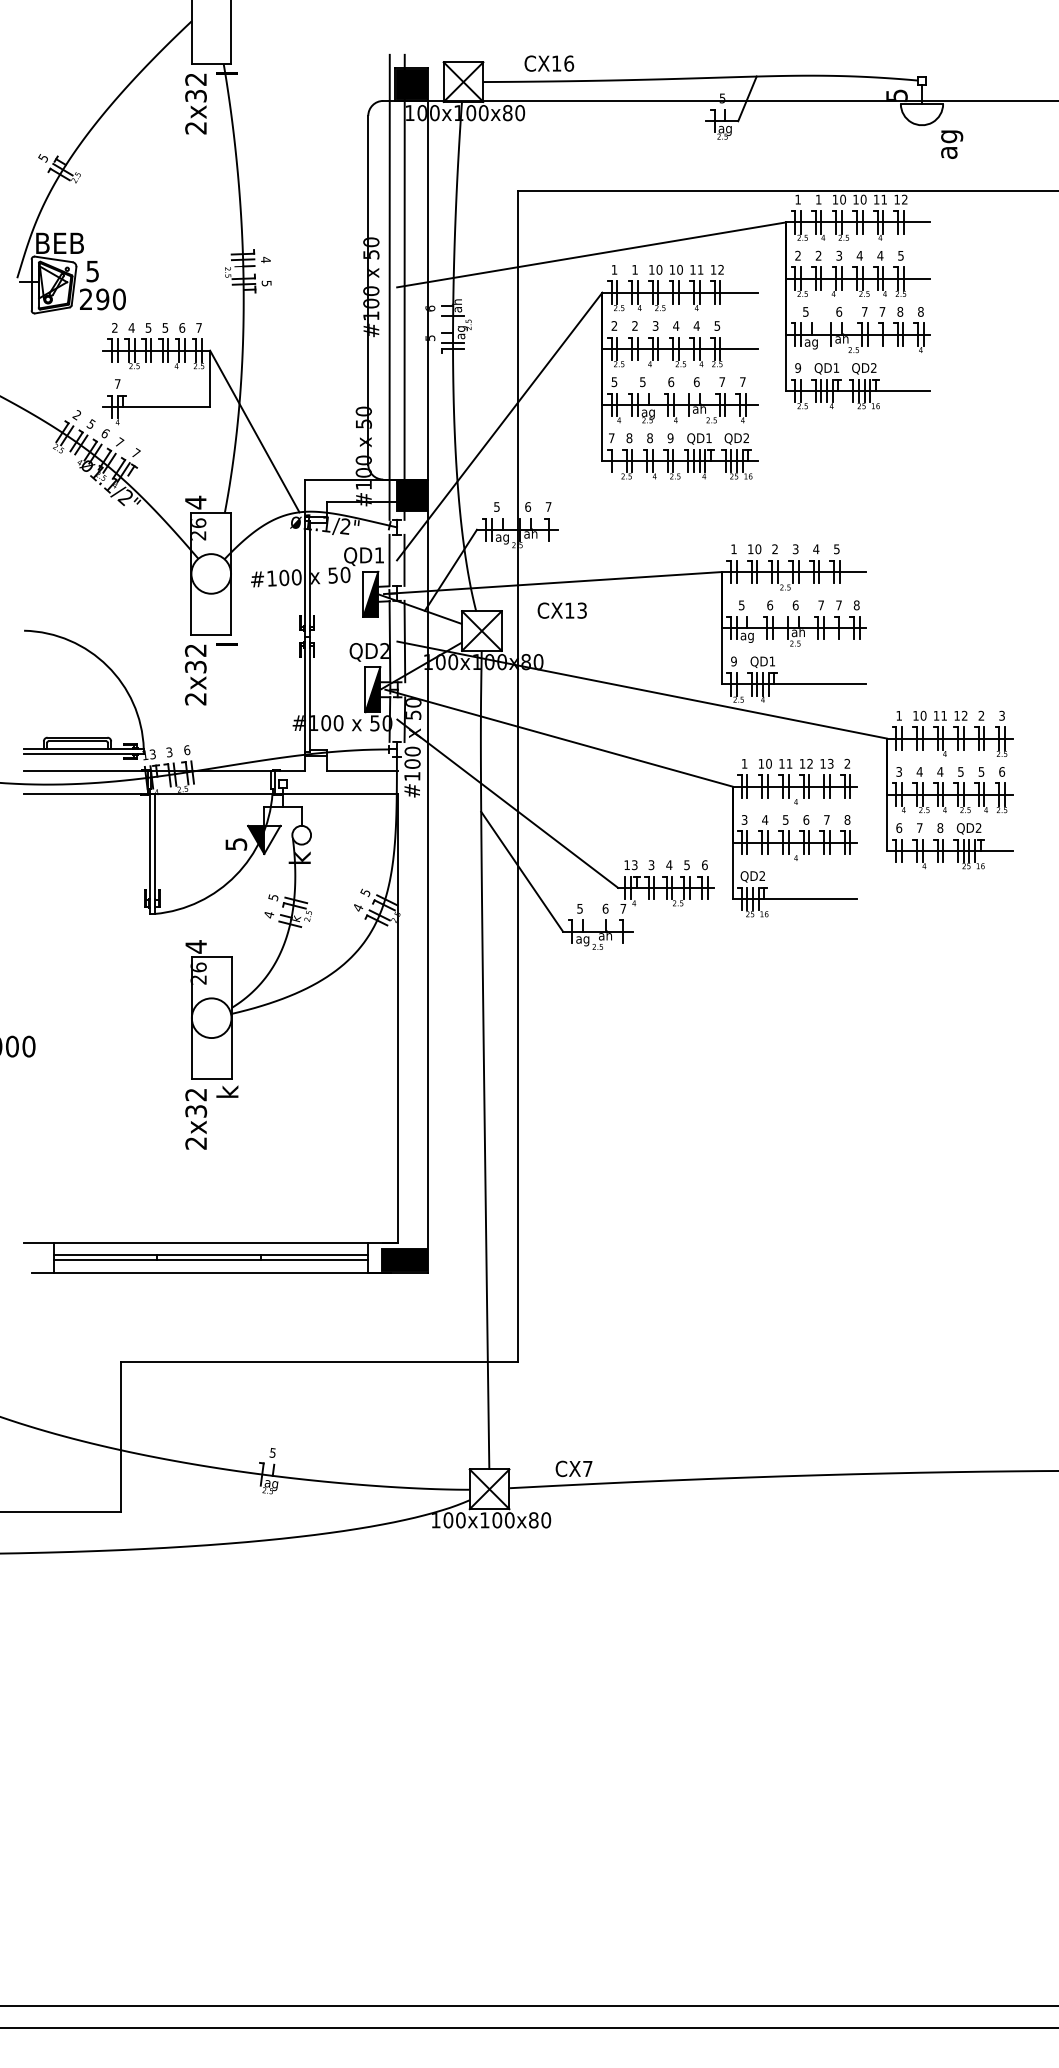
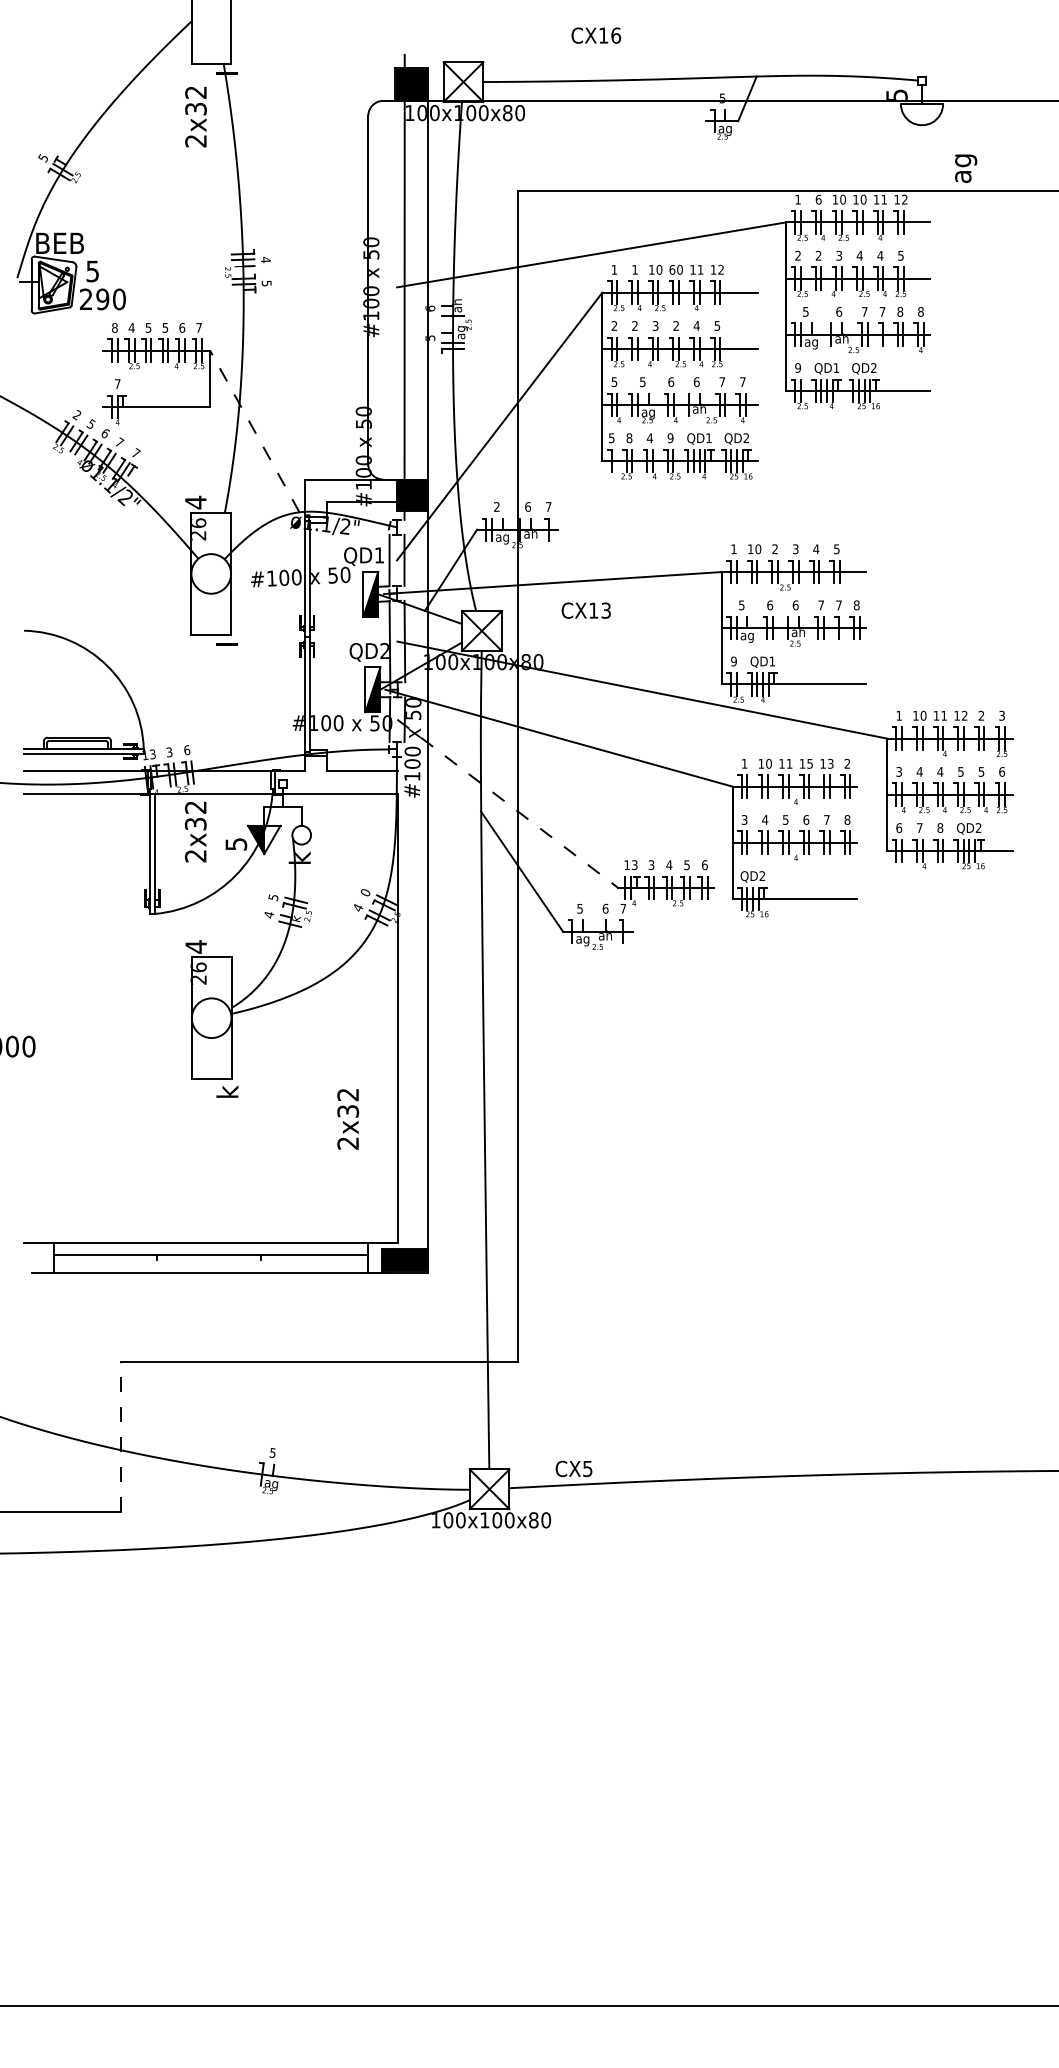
text at (549, 63) position: (549, 63) -> (596, 35)
text at (195, 103) position: (195, 103) -> (195, 116)
text at (952, 144) position: (952, 144) -> (966, 168)
text at (818, 199): 1 -> 6
text at (672, 269): 10 -> 60
line at (389, 286): present -> none
text at (676, 325): 4 -> 2
text at (114, 327): 2 -> 8
line at (254, 431): solid -> dashed
text at (611, 438): 7 -> 5
text at (649, 438): 8 -> 4
text at (496, 506): 5 -> 2
text at (561, 610) position: (561, 610) -> (585, 610)
text at (195, 674) position: (195, 674) -> (195, 831)
text at (809, 763): 12 -> 15
line at (507, 803): solid -> dashed
text at (364, 892): 5 -> 0
text at (196, 1119) position: (196, 1119) -> (348, 1119)
line at (211, 1259): present -> none
line at (121, 1437): solid -> dashed
text at (587, 1469): CX7 -> CX5
line at (528, 2028): present -> none
